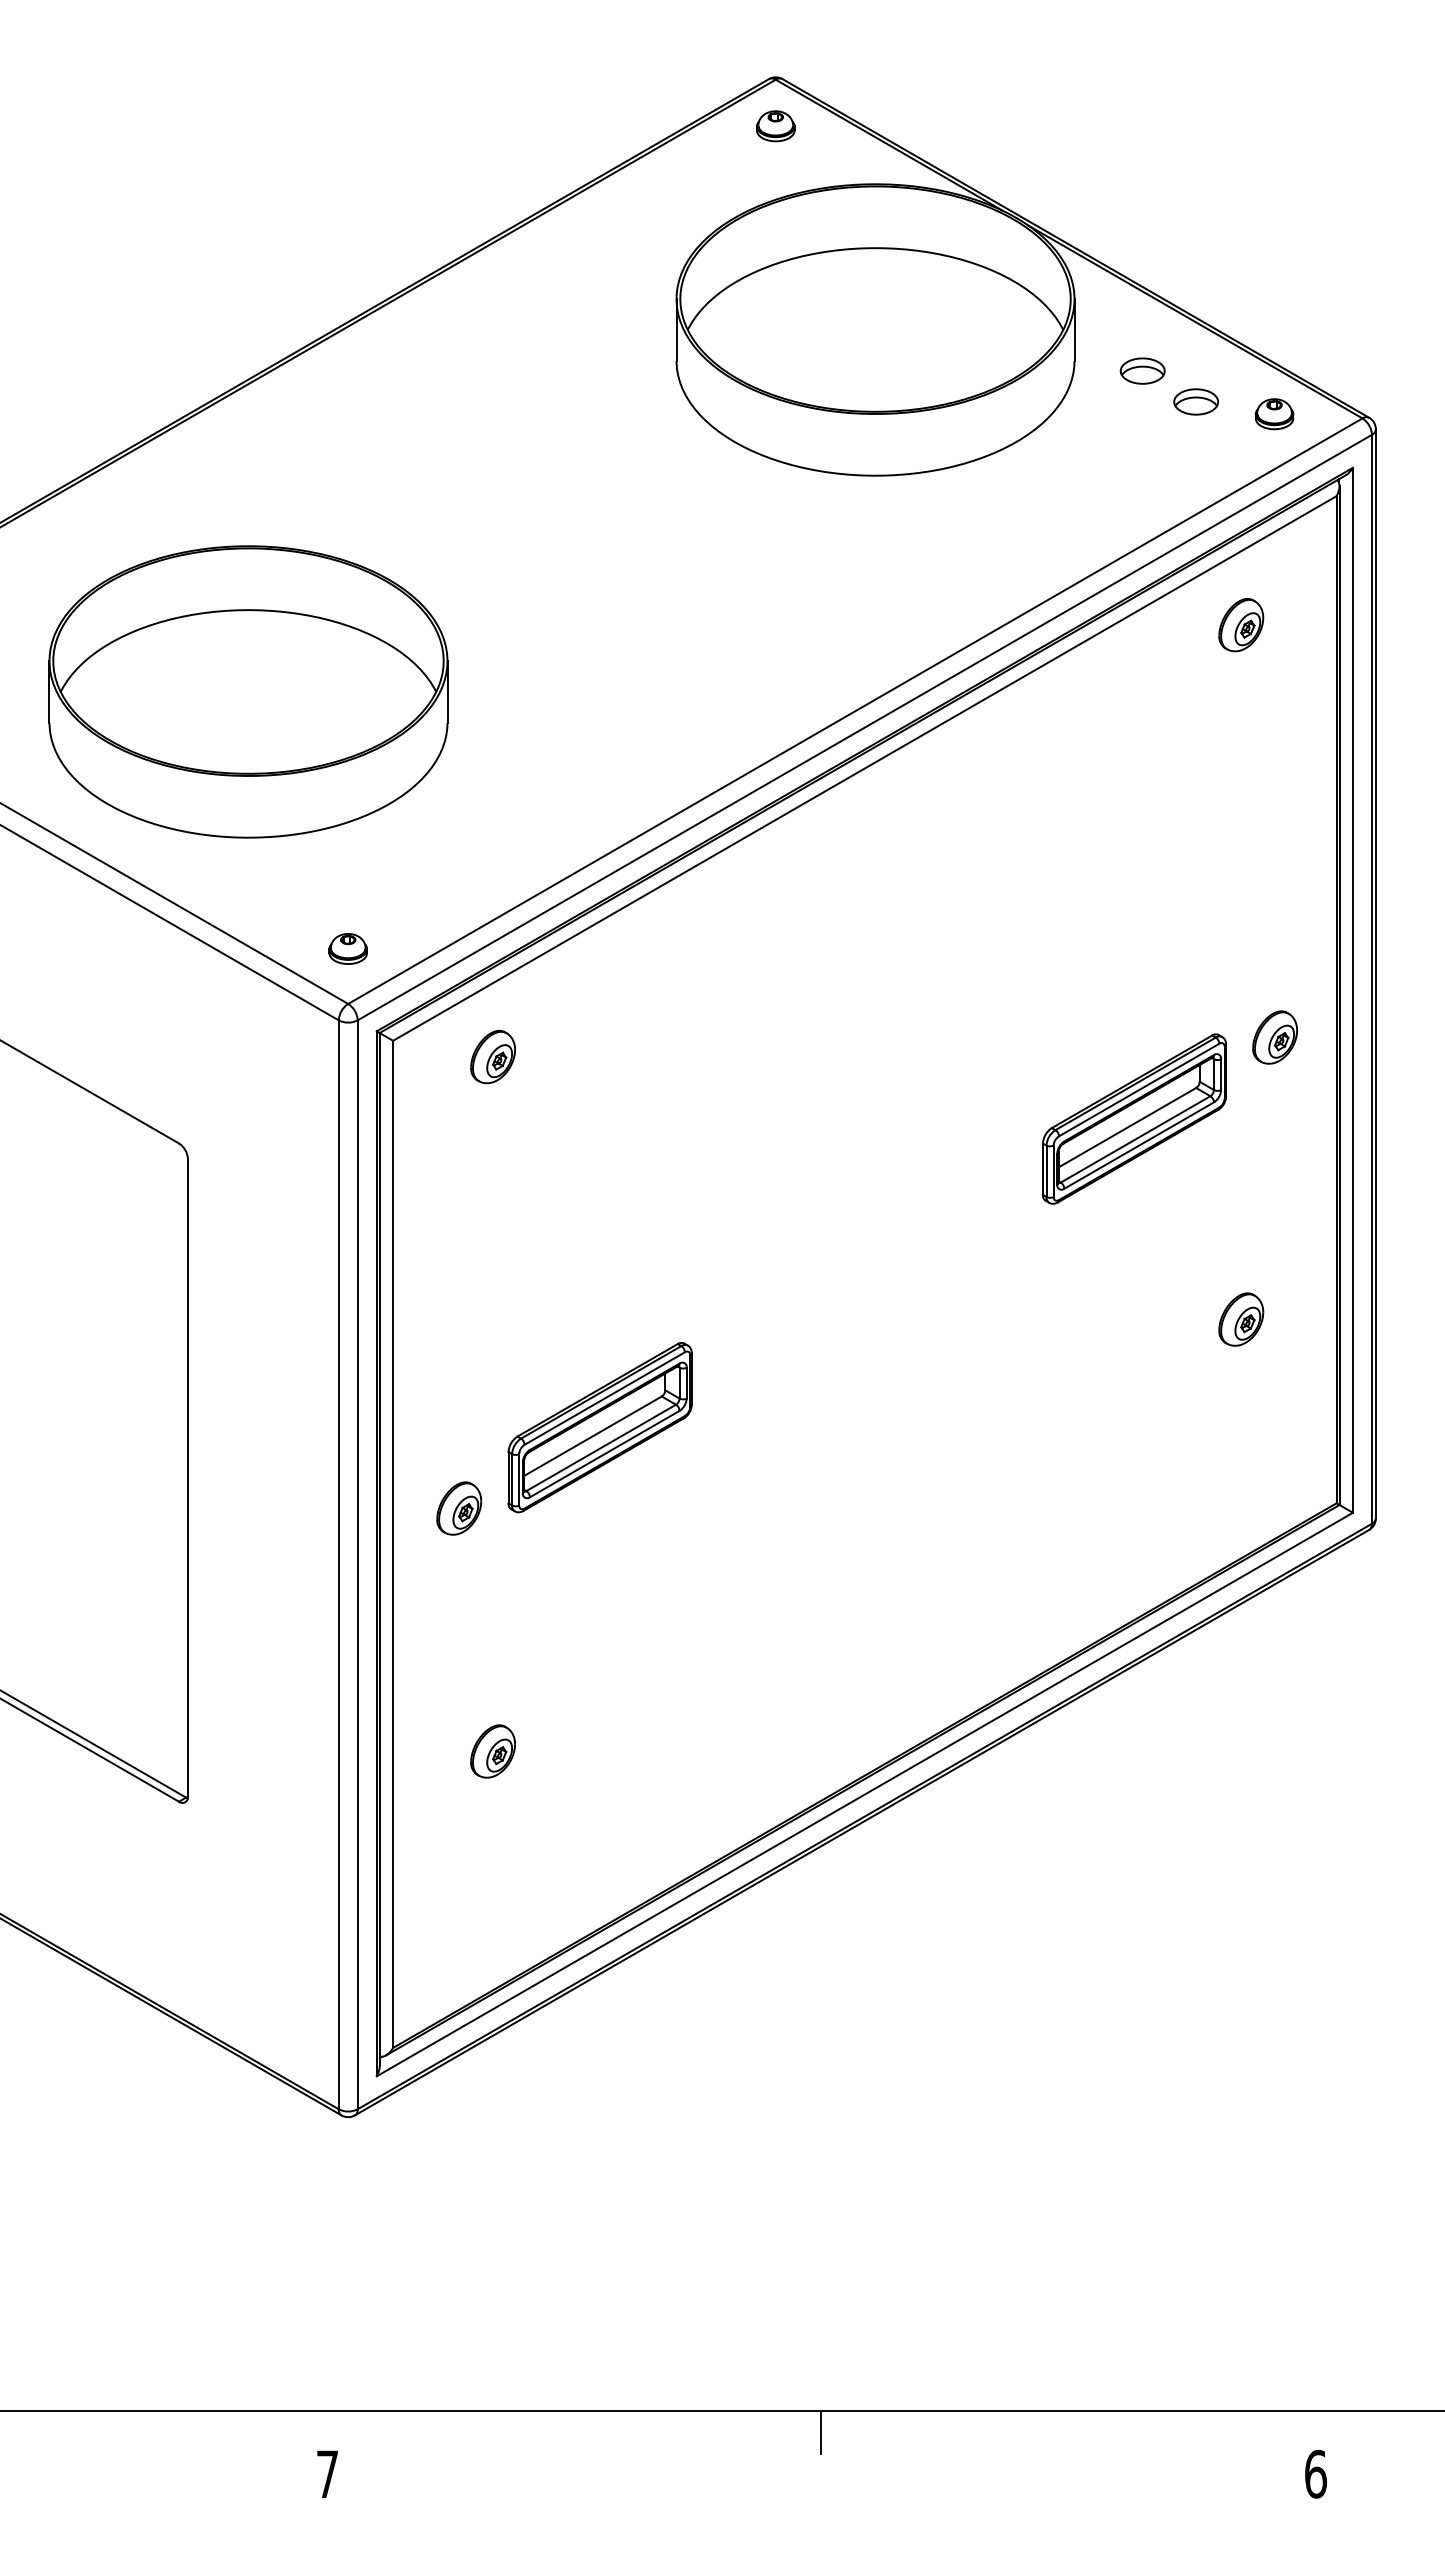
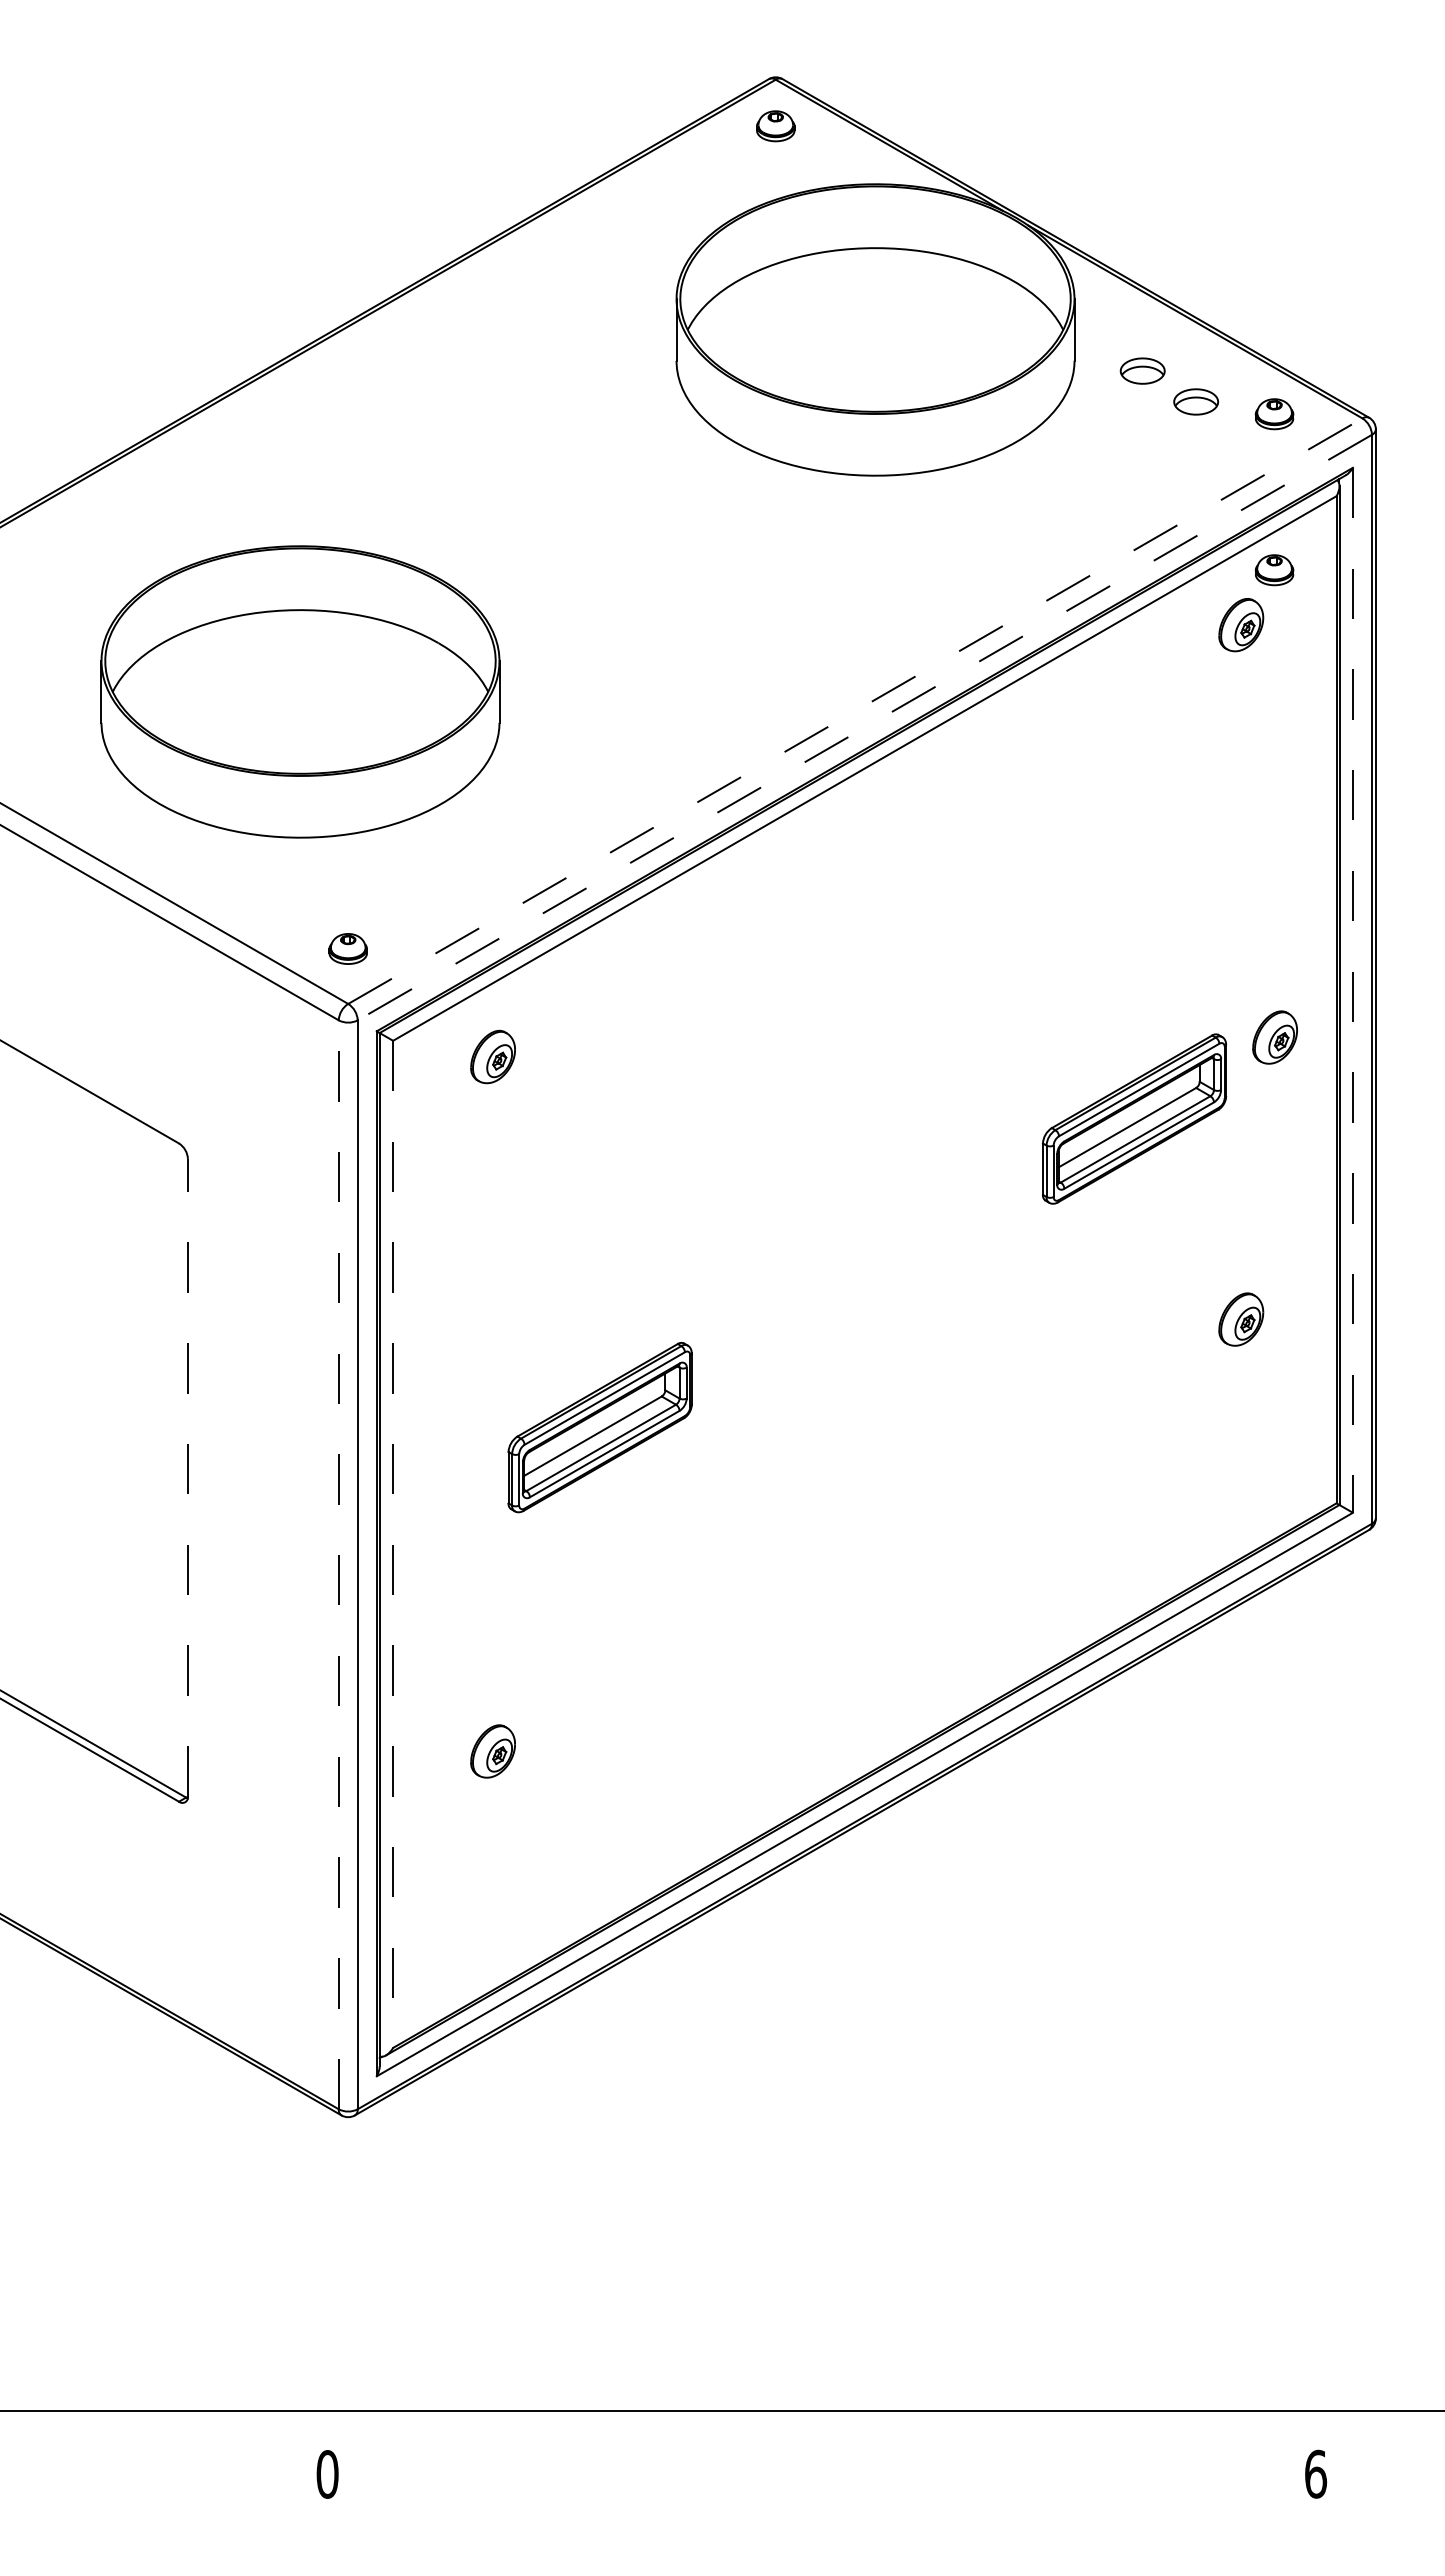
part at (1274, 570): none -> present
part at (248, 691) position: (248, 691) -> (300, 691)
line at (855, 711): solid -> dashed
line at (864, 727): solid -> dashed
line at (1352, 990): solid -> dashed
line at (187, 1477): solid -> dashed
part at (459, 1508): present -> none
line at (393, 1544): solid -> dashed
line at (338, 1564): solid -> dashed
line at (820, 2432): present -> none
text at (327, 2474): 7 -> 0
